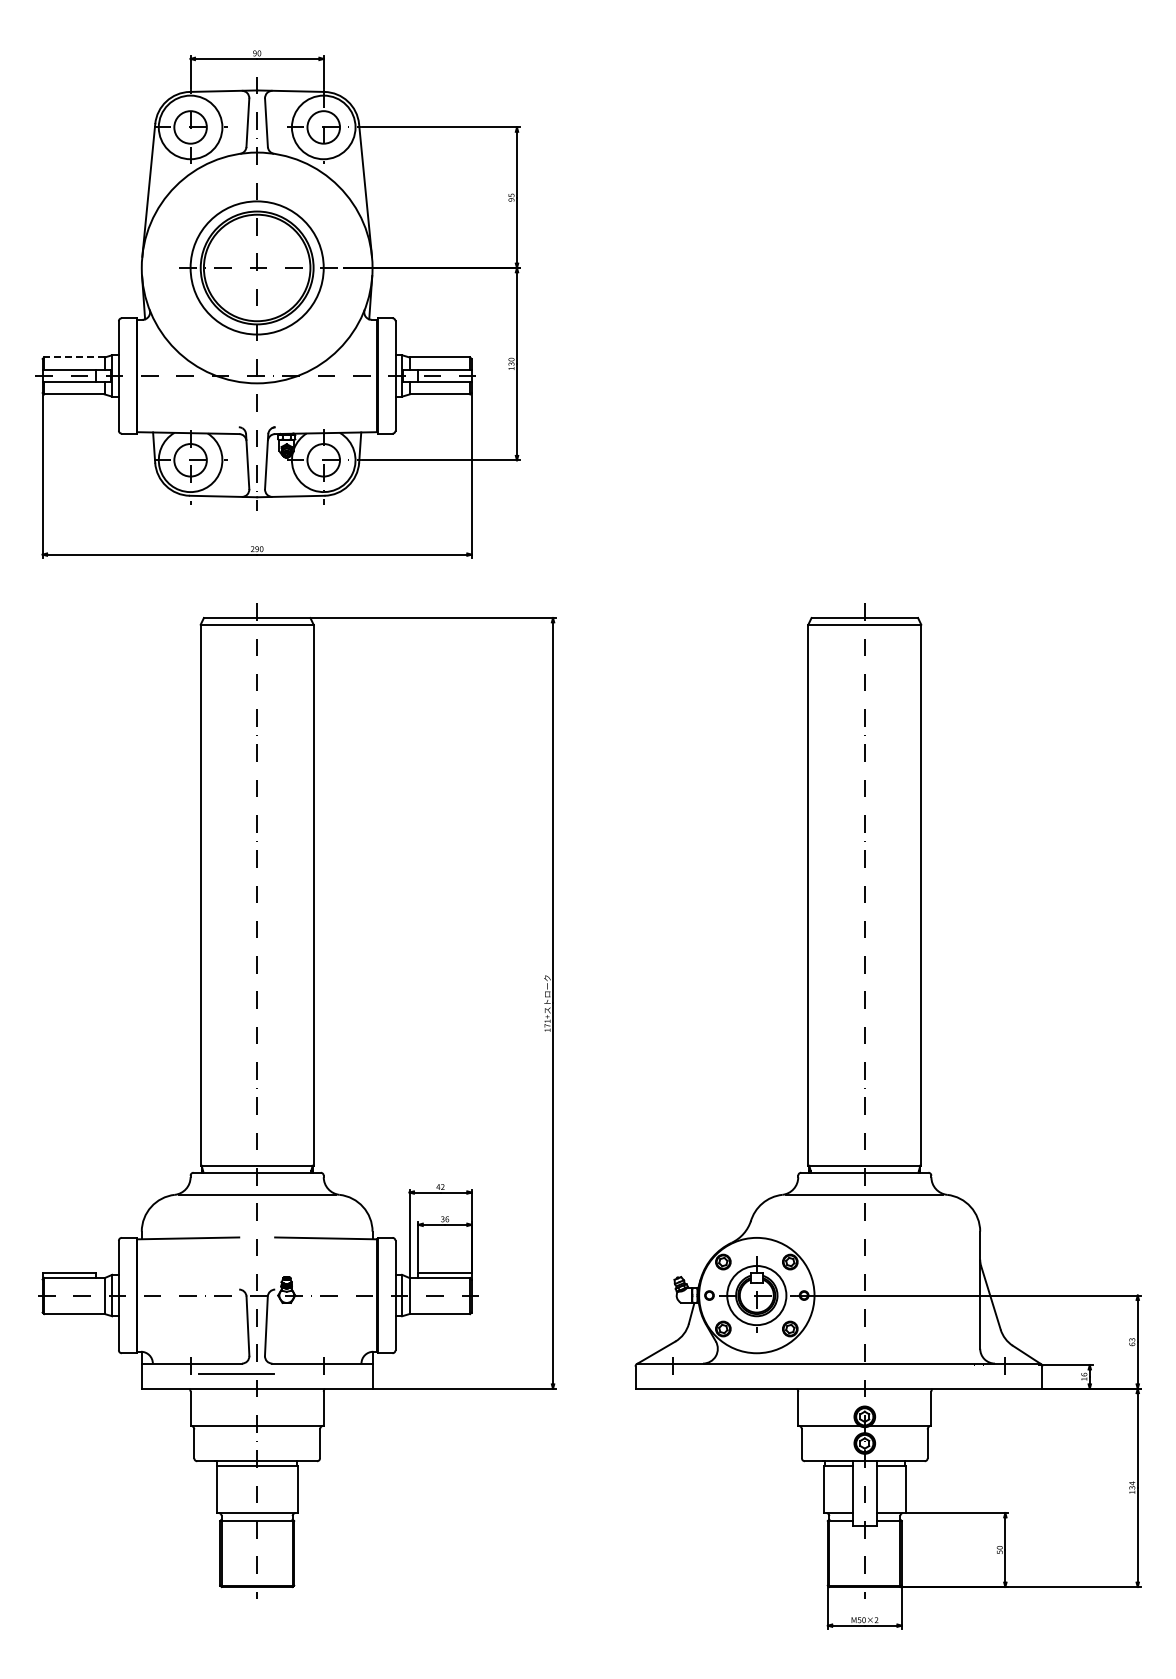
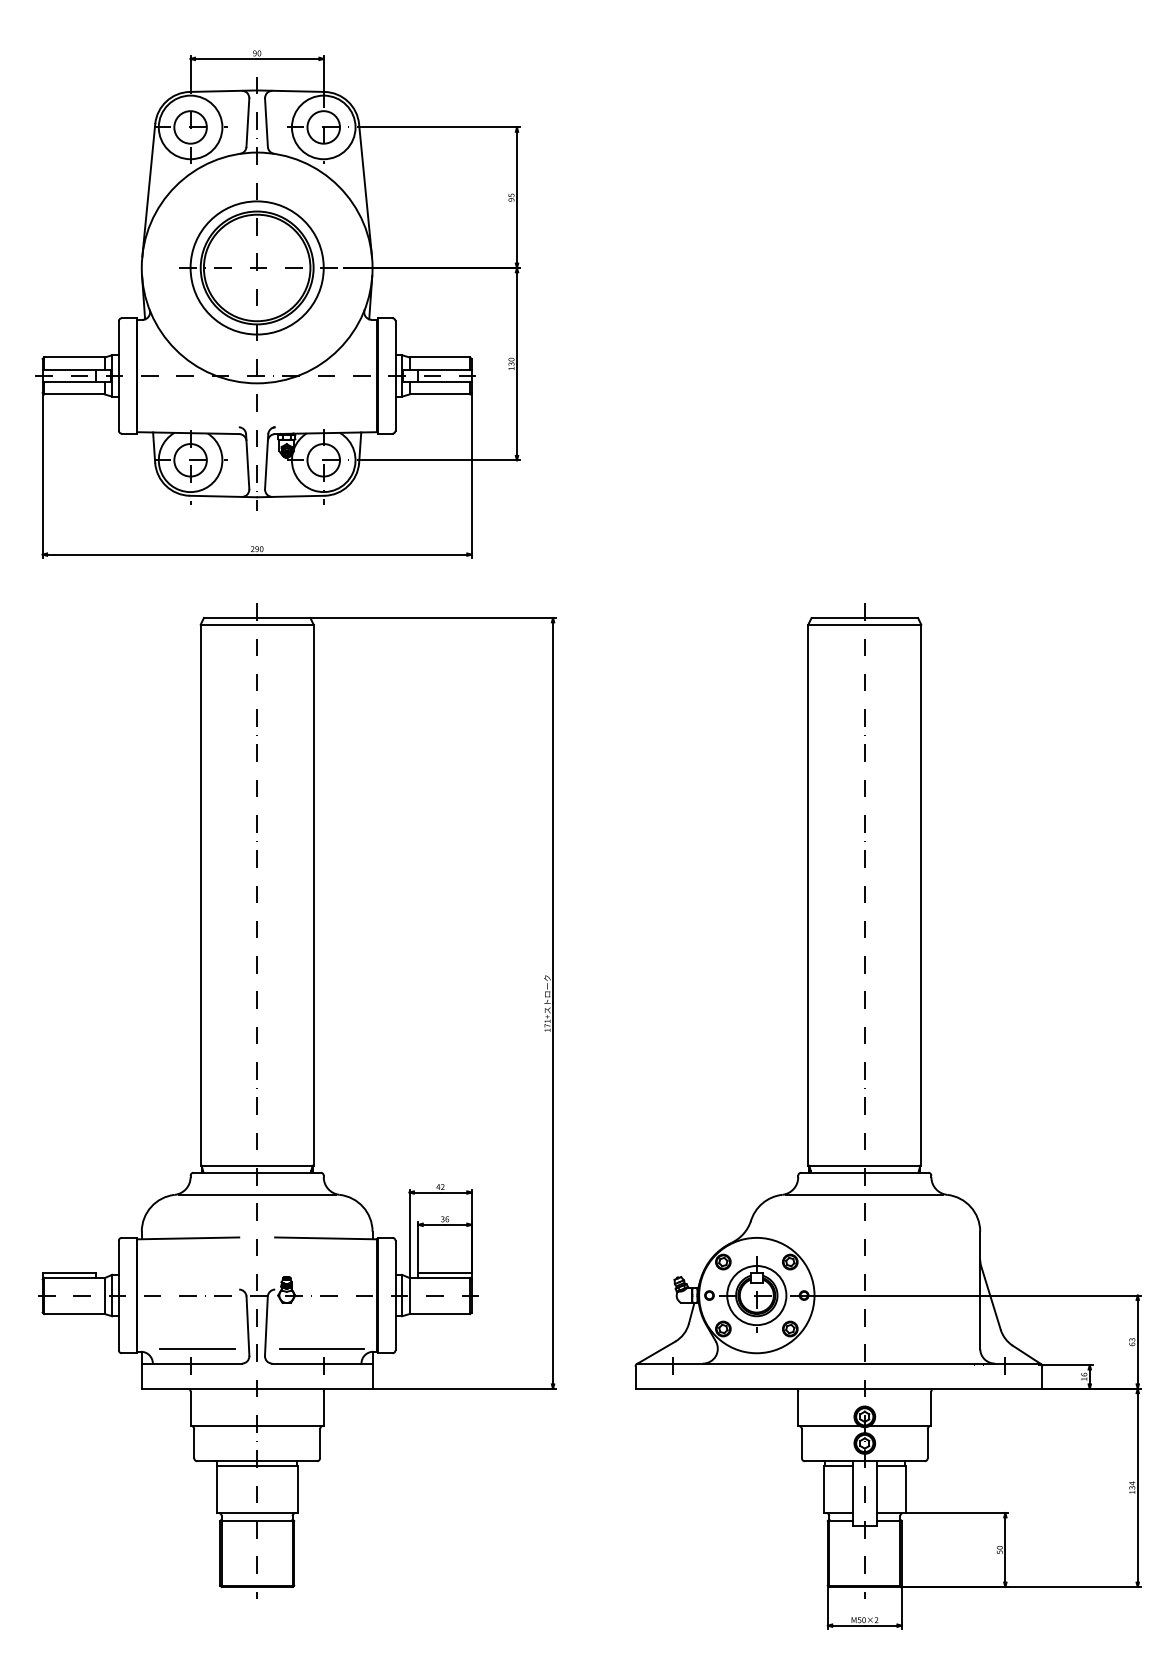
line at (73, 357): dashed -> solid
line at (322, 1348): none -> present
line at (236, 1373) position: (236, 1373) -> (197, 1348)
